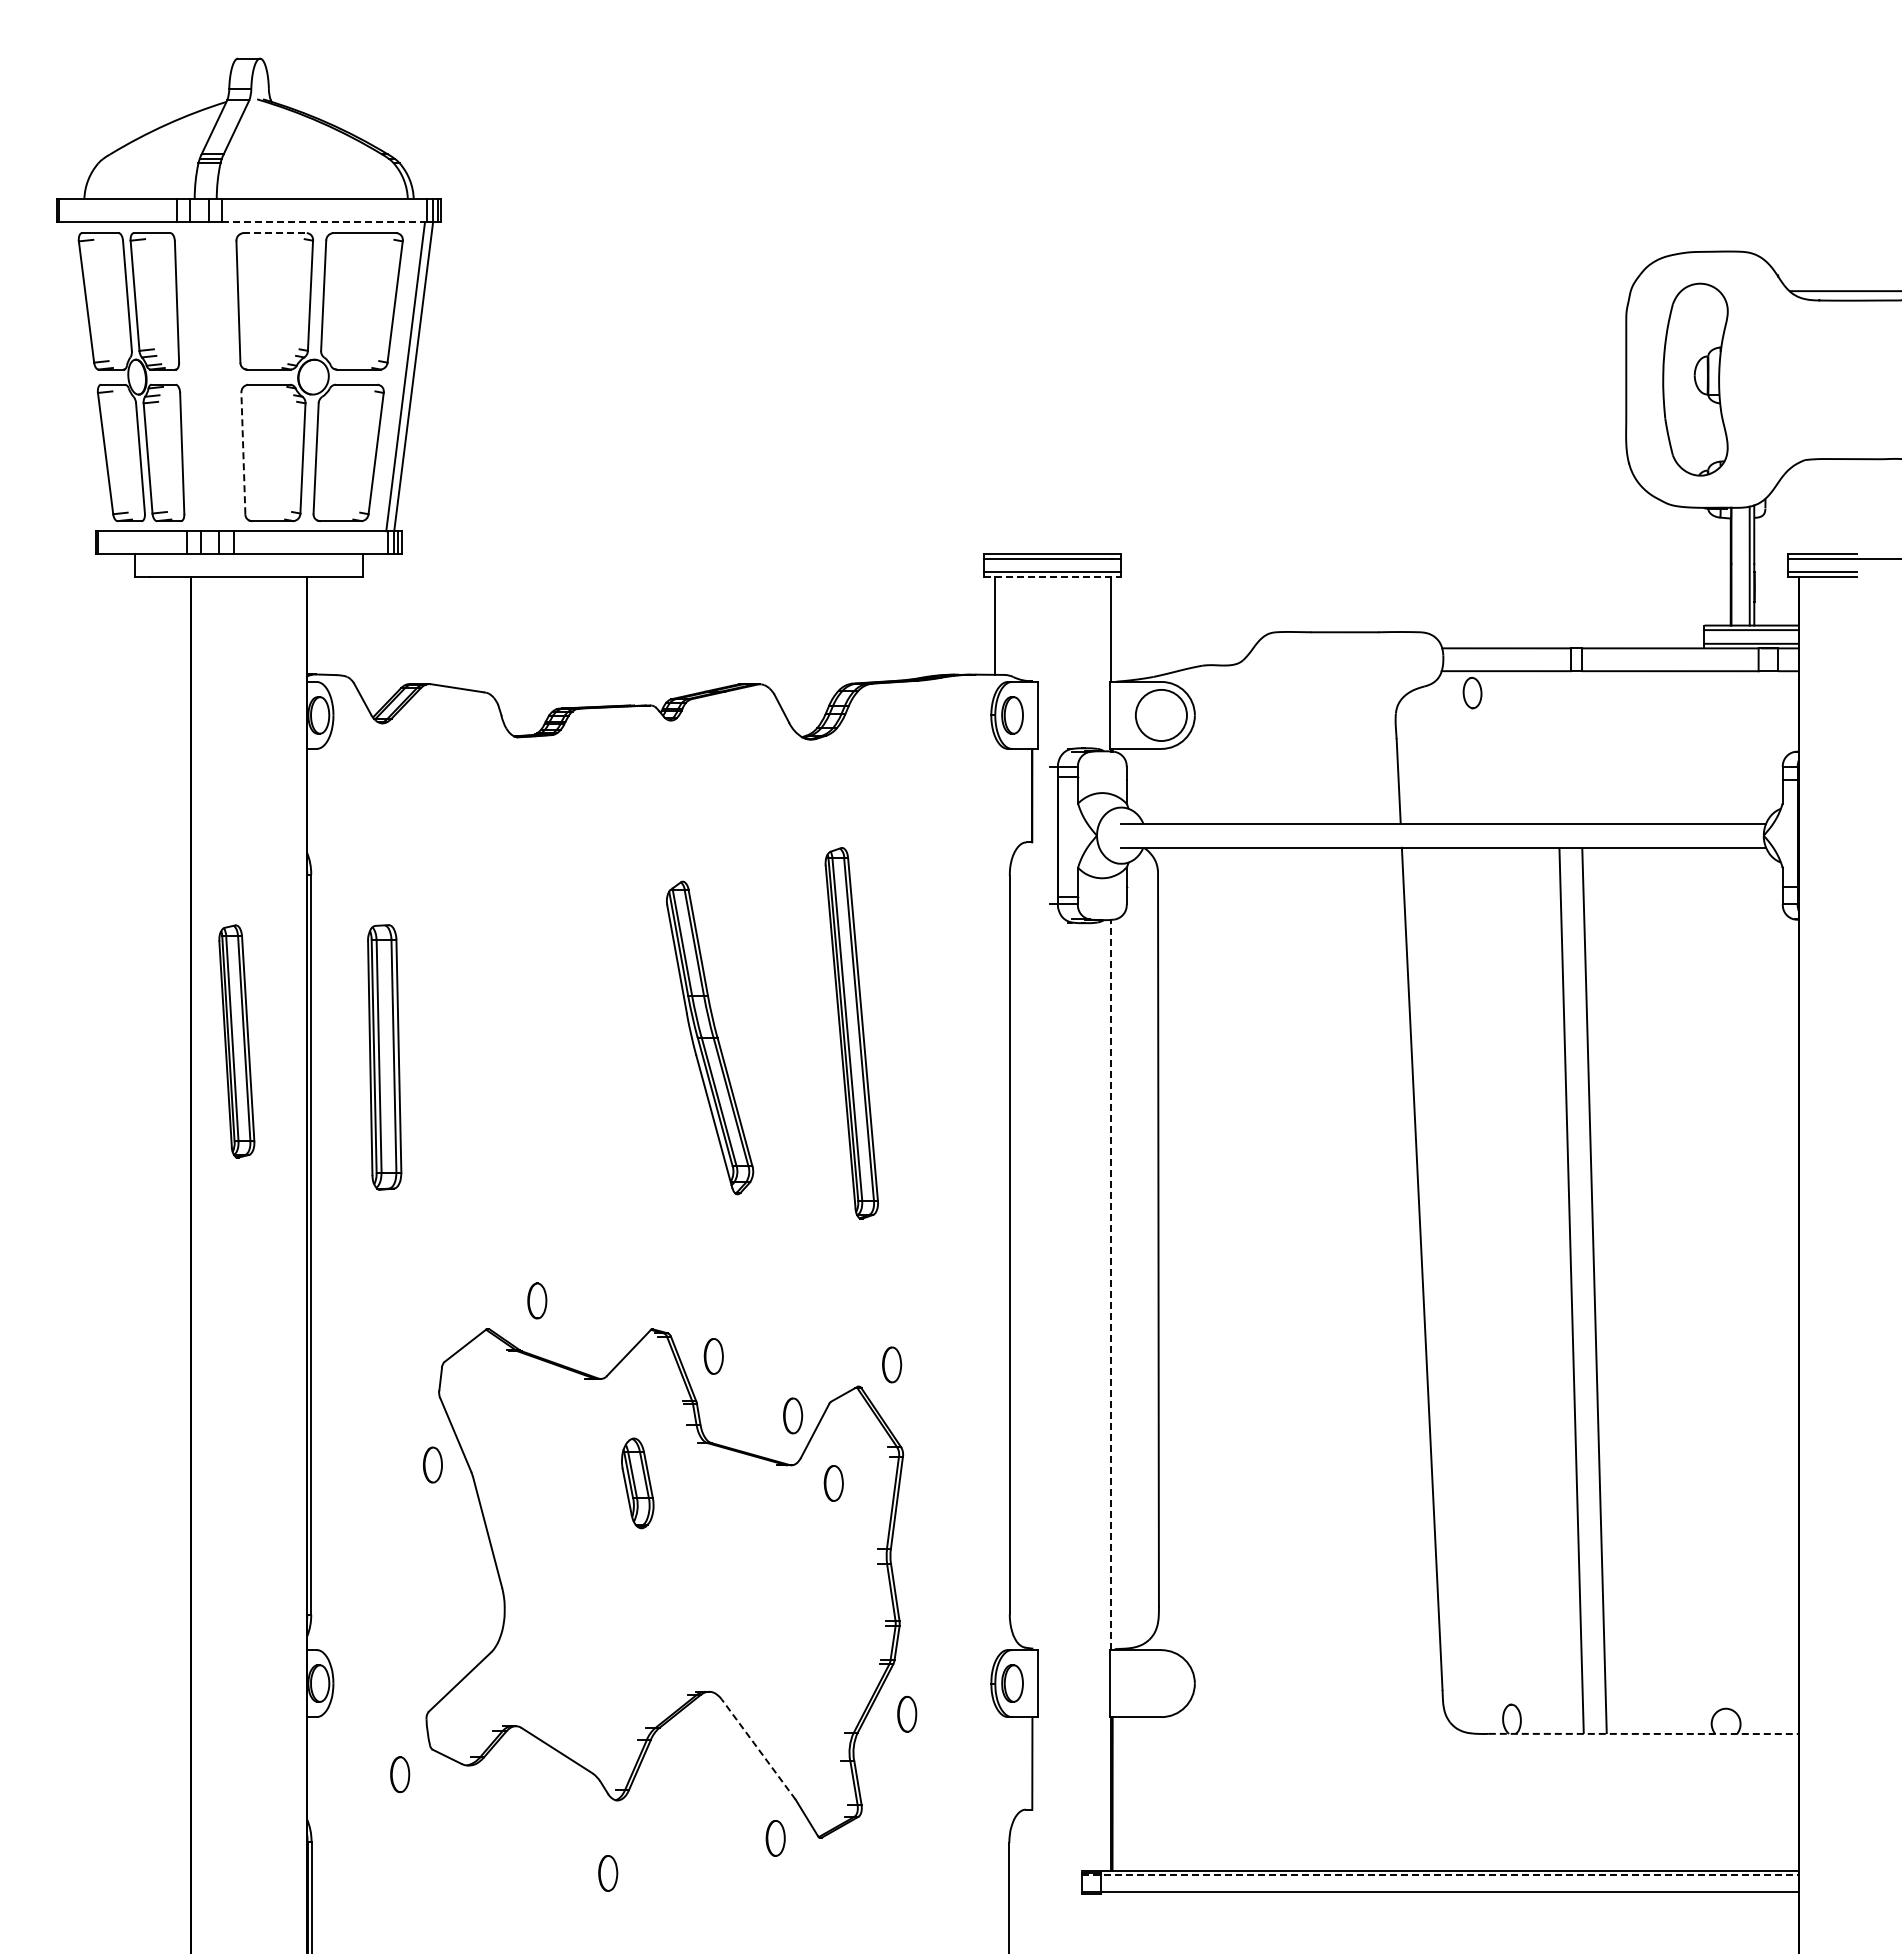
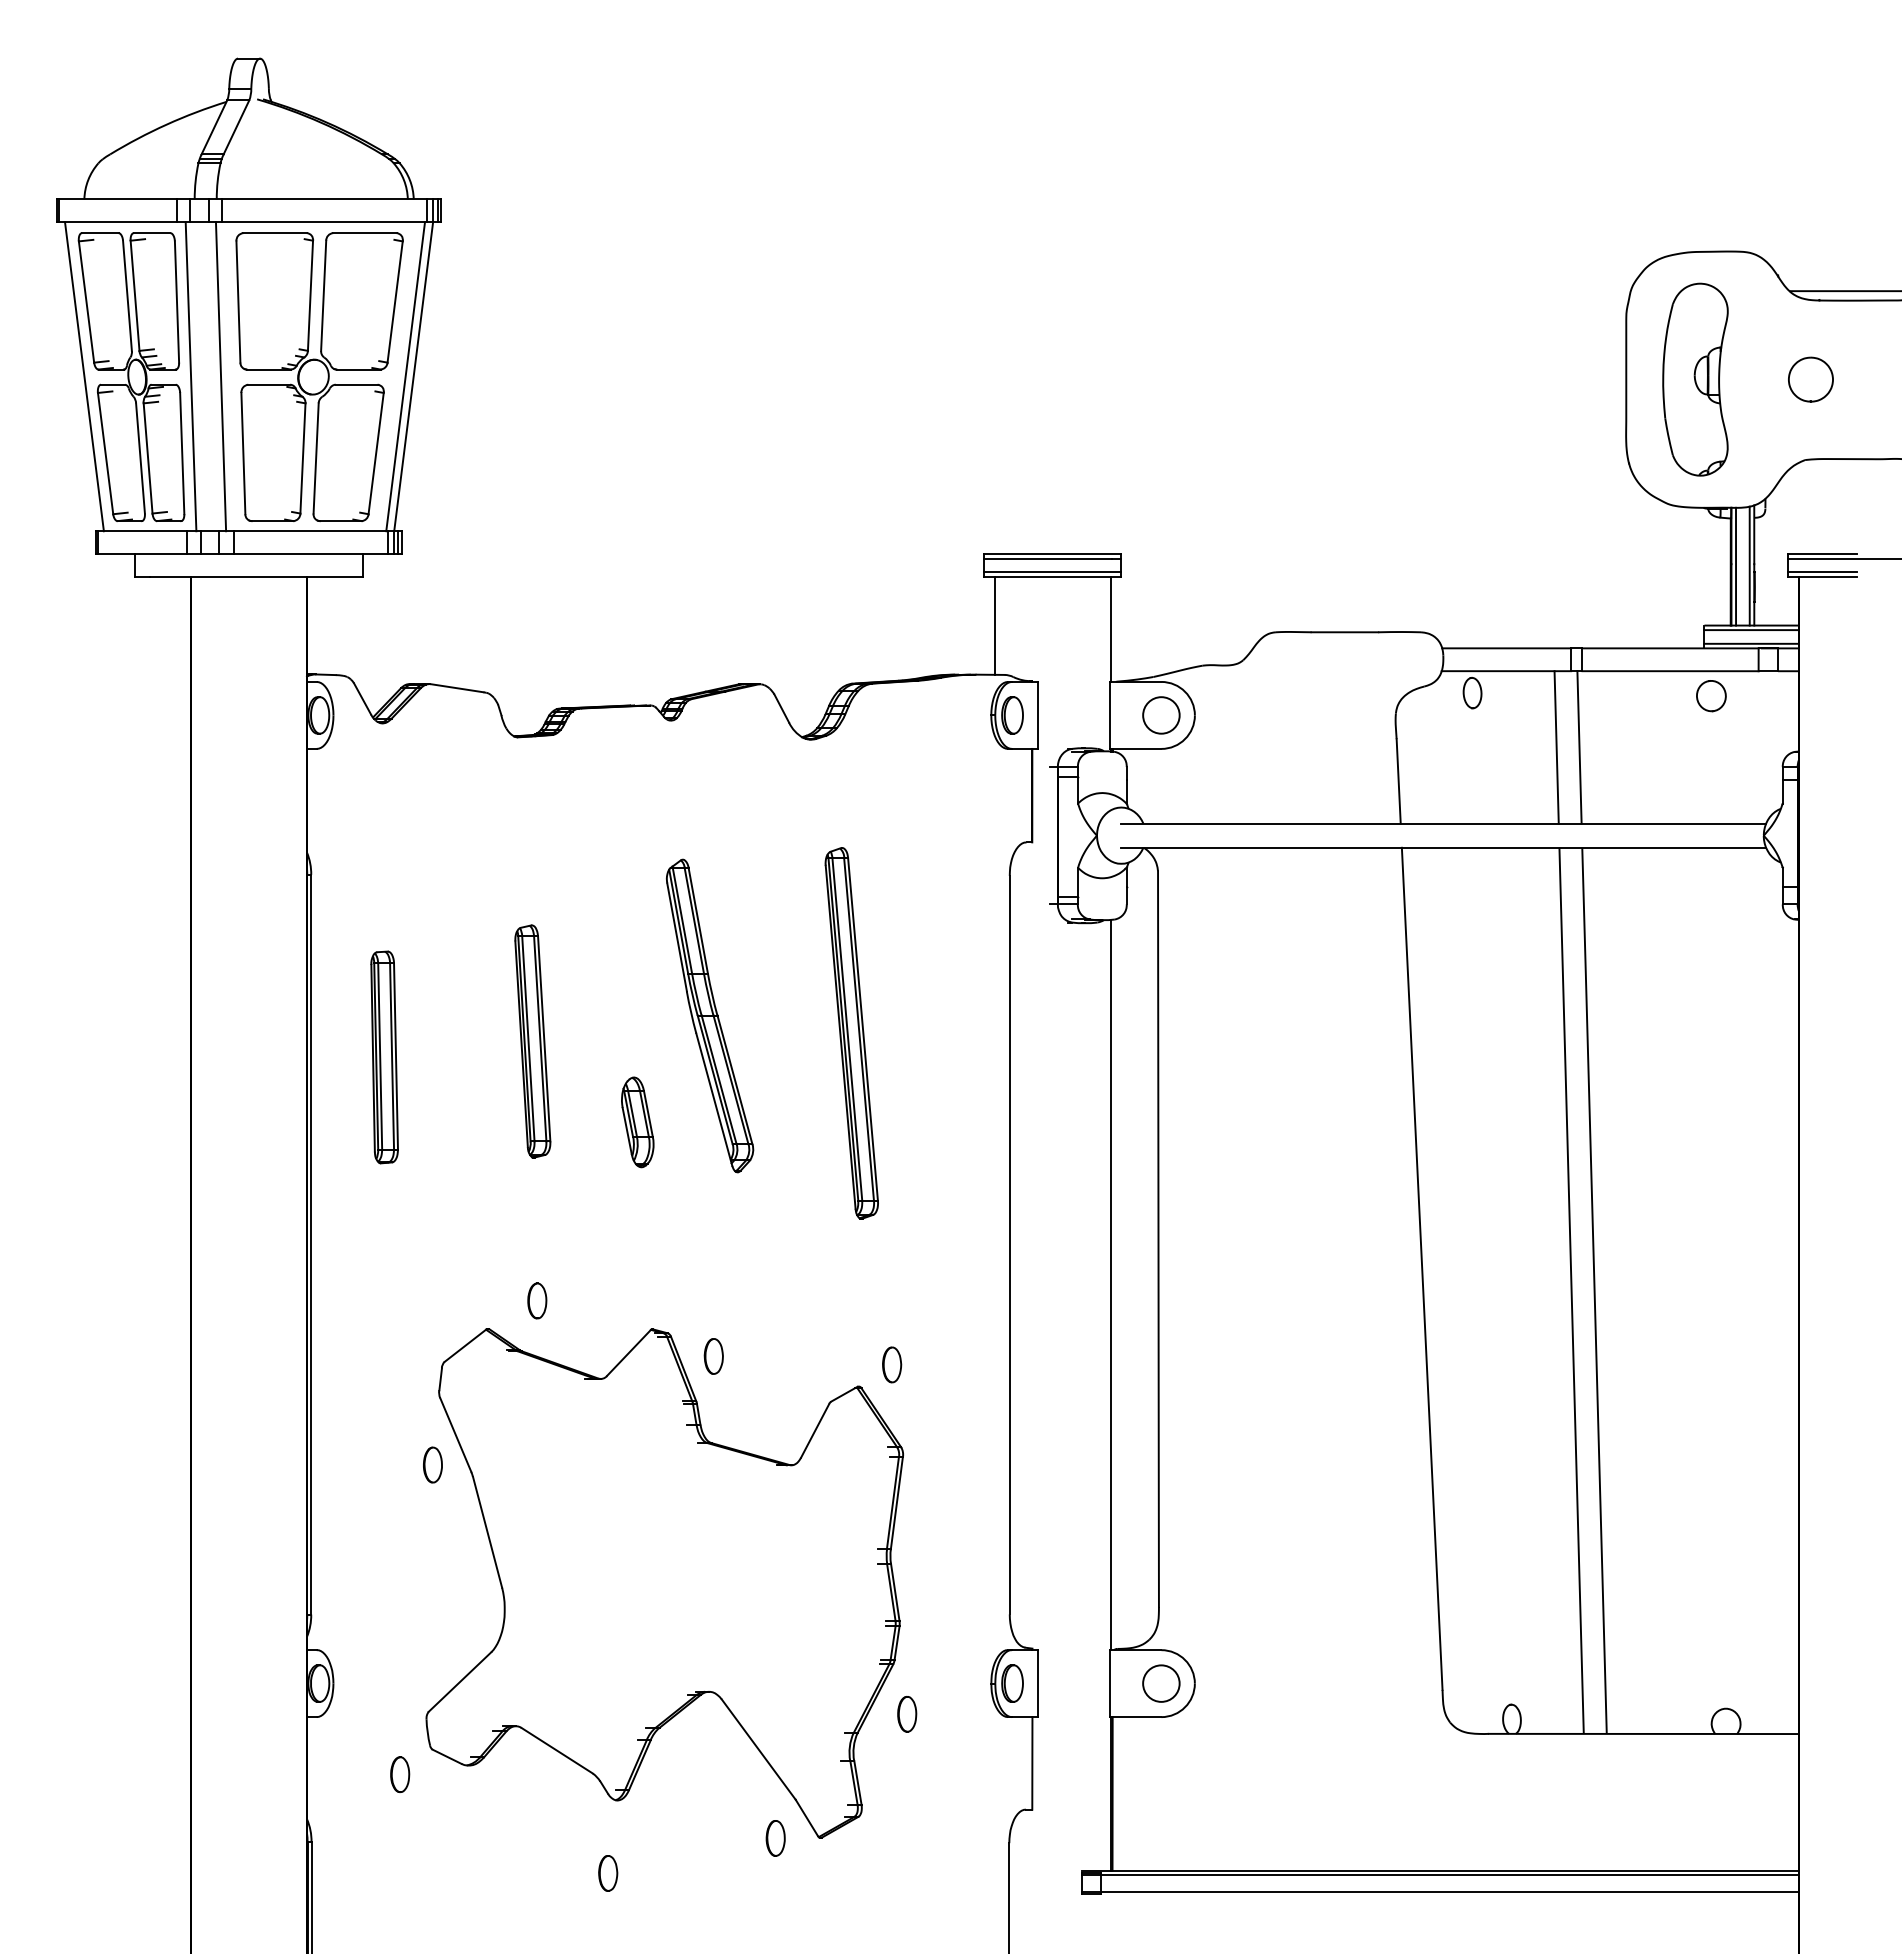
line at (324, 222): dashed -> solid
line at (275, 233): dashed -> solid
line at (84, 376): none -> present
line at (190, 376): none -> present
line at (220, 376): none -> present
part at (1810, 379): none -> present
line at (243, 453): dashed -> solid
line at (1735, 566): none -> present
line at (1053, 576): dashed -> solid
part at (1711, 696): none -> present
circle at (1160, 715) diameter: 51 px -> 37 px
line at (1556, 747): none -> present
line at (1579, 747): none -> present
part at (709, 1037) position: (709, 1037) -> (709, 1015)
part at (236, 1041) position: (236, 1041) -> (532, 1041)
part at (384, 1057) size: 36x267 px -> 29x215 px
line at (1110, 1284): dashed -> solid
part at (793, 1415): present -> none
part at (637, 1483) position: (637, 1483) -> (637, 1122)
part at (833, 1483): present -> none
circle at (1161, 1683): none -> present
line at (1643, 1733): dashed -> solid
line at (758, 1749): dashed -> solid
line at (1440, 1875): dashed -> solid
